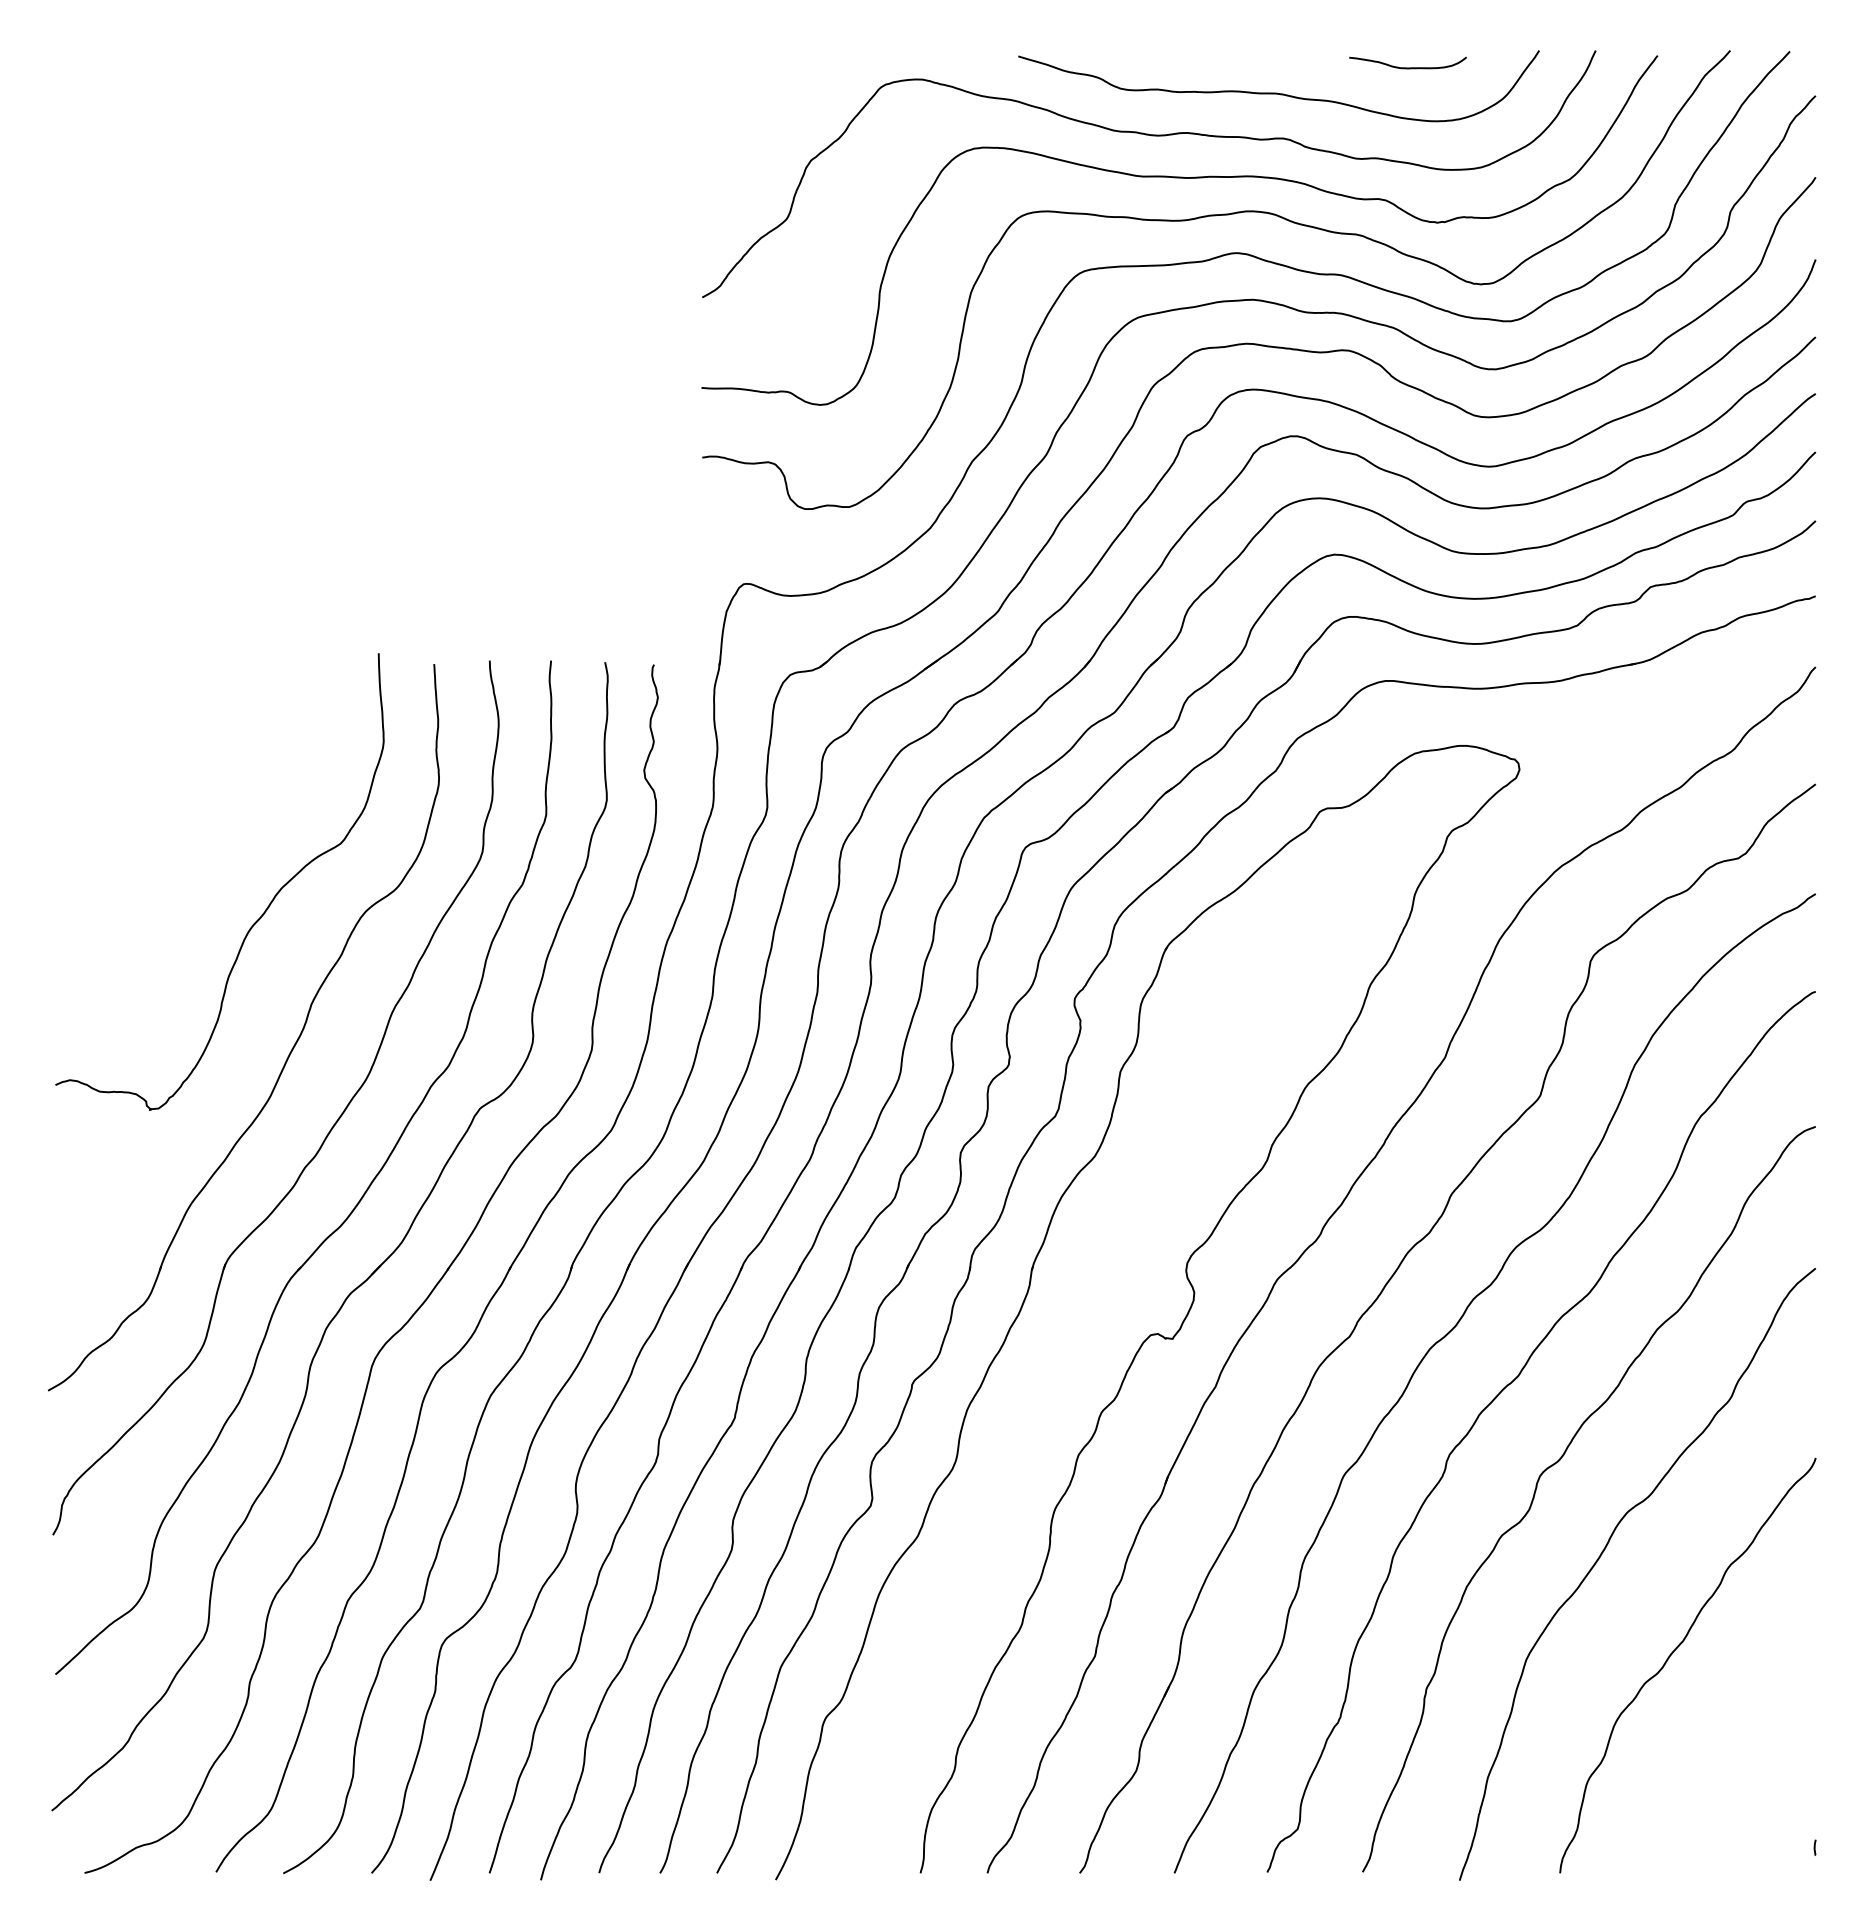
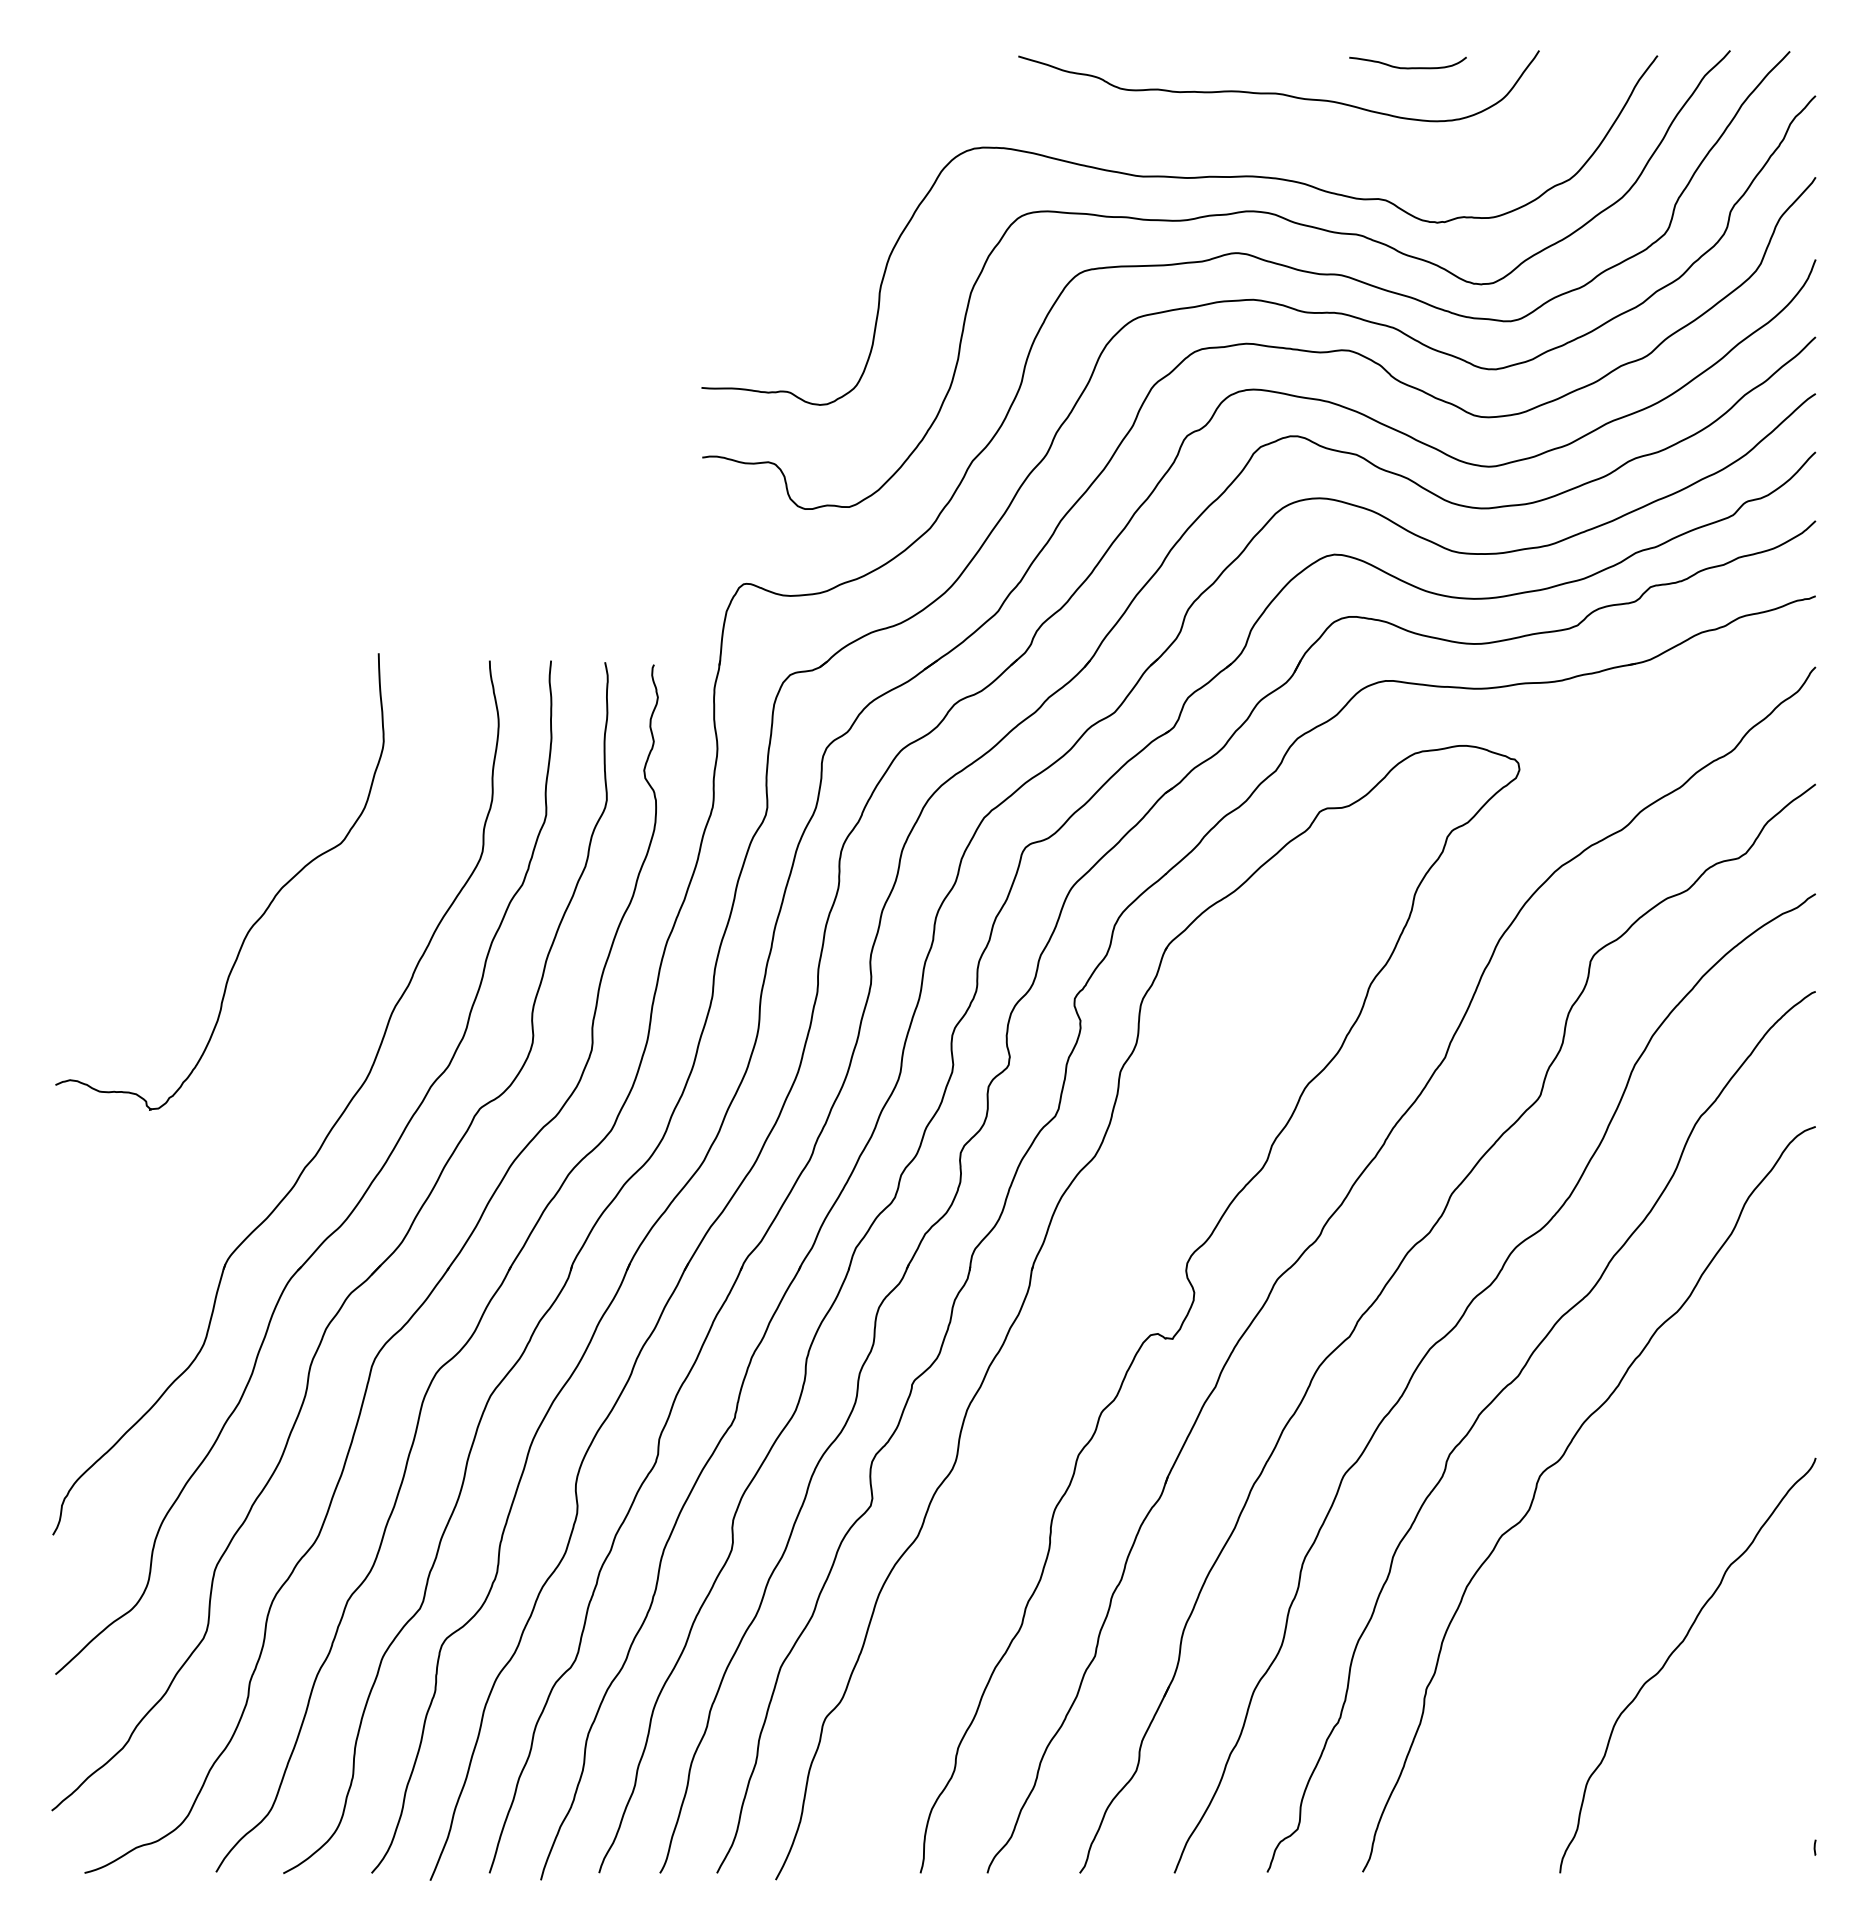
curve at (1151, 136): present -> none
part at (290, 1050): present -> none
curve at (1604, 1551): present -> none
